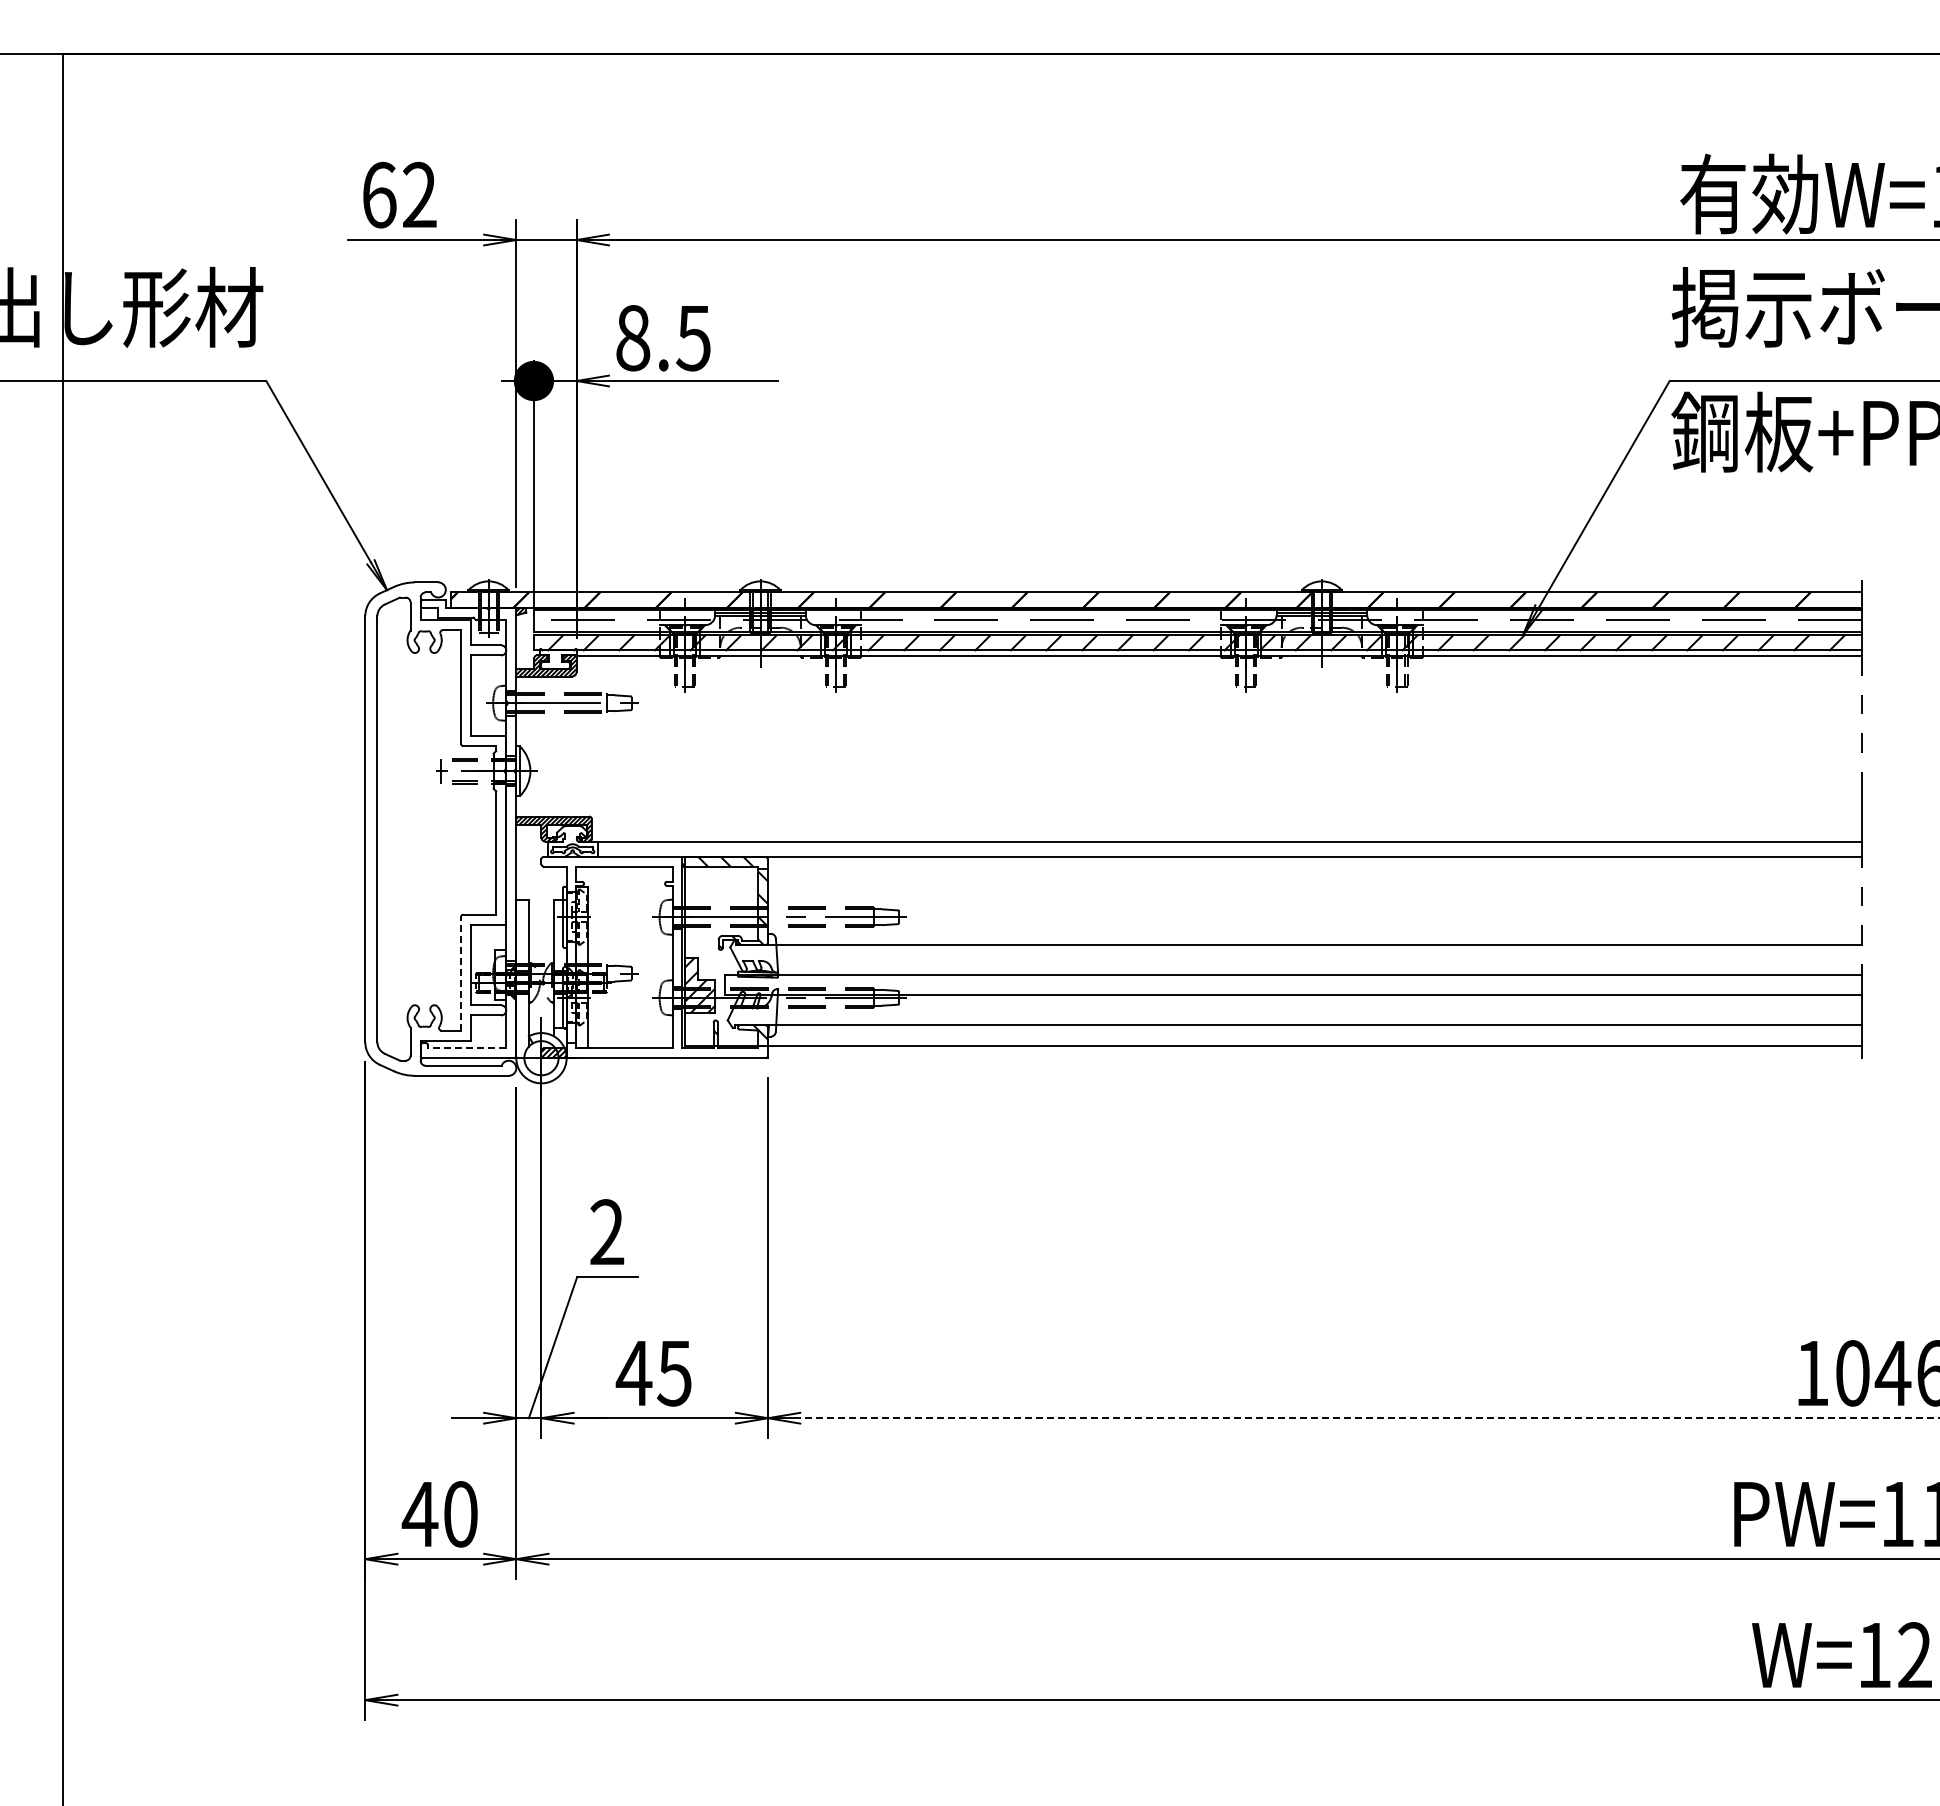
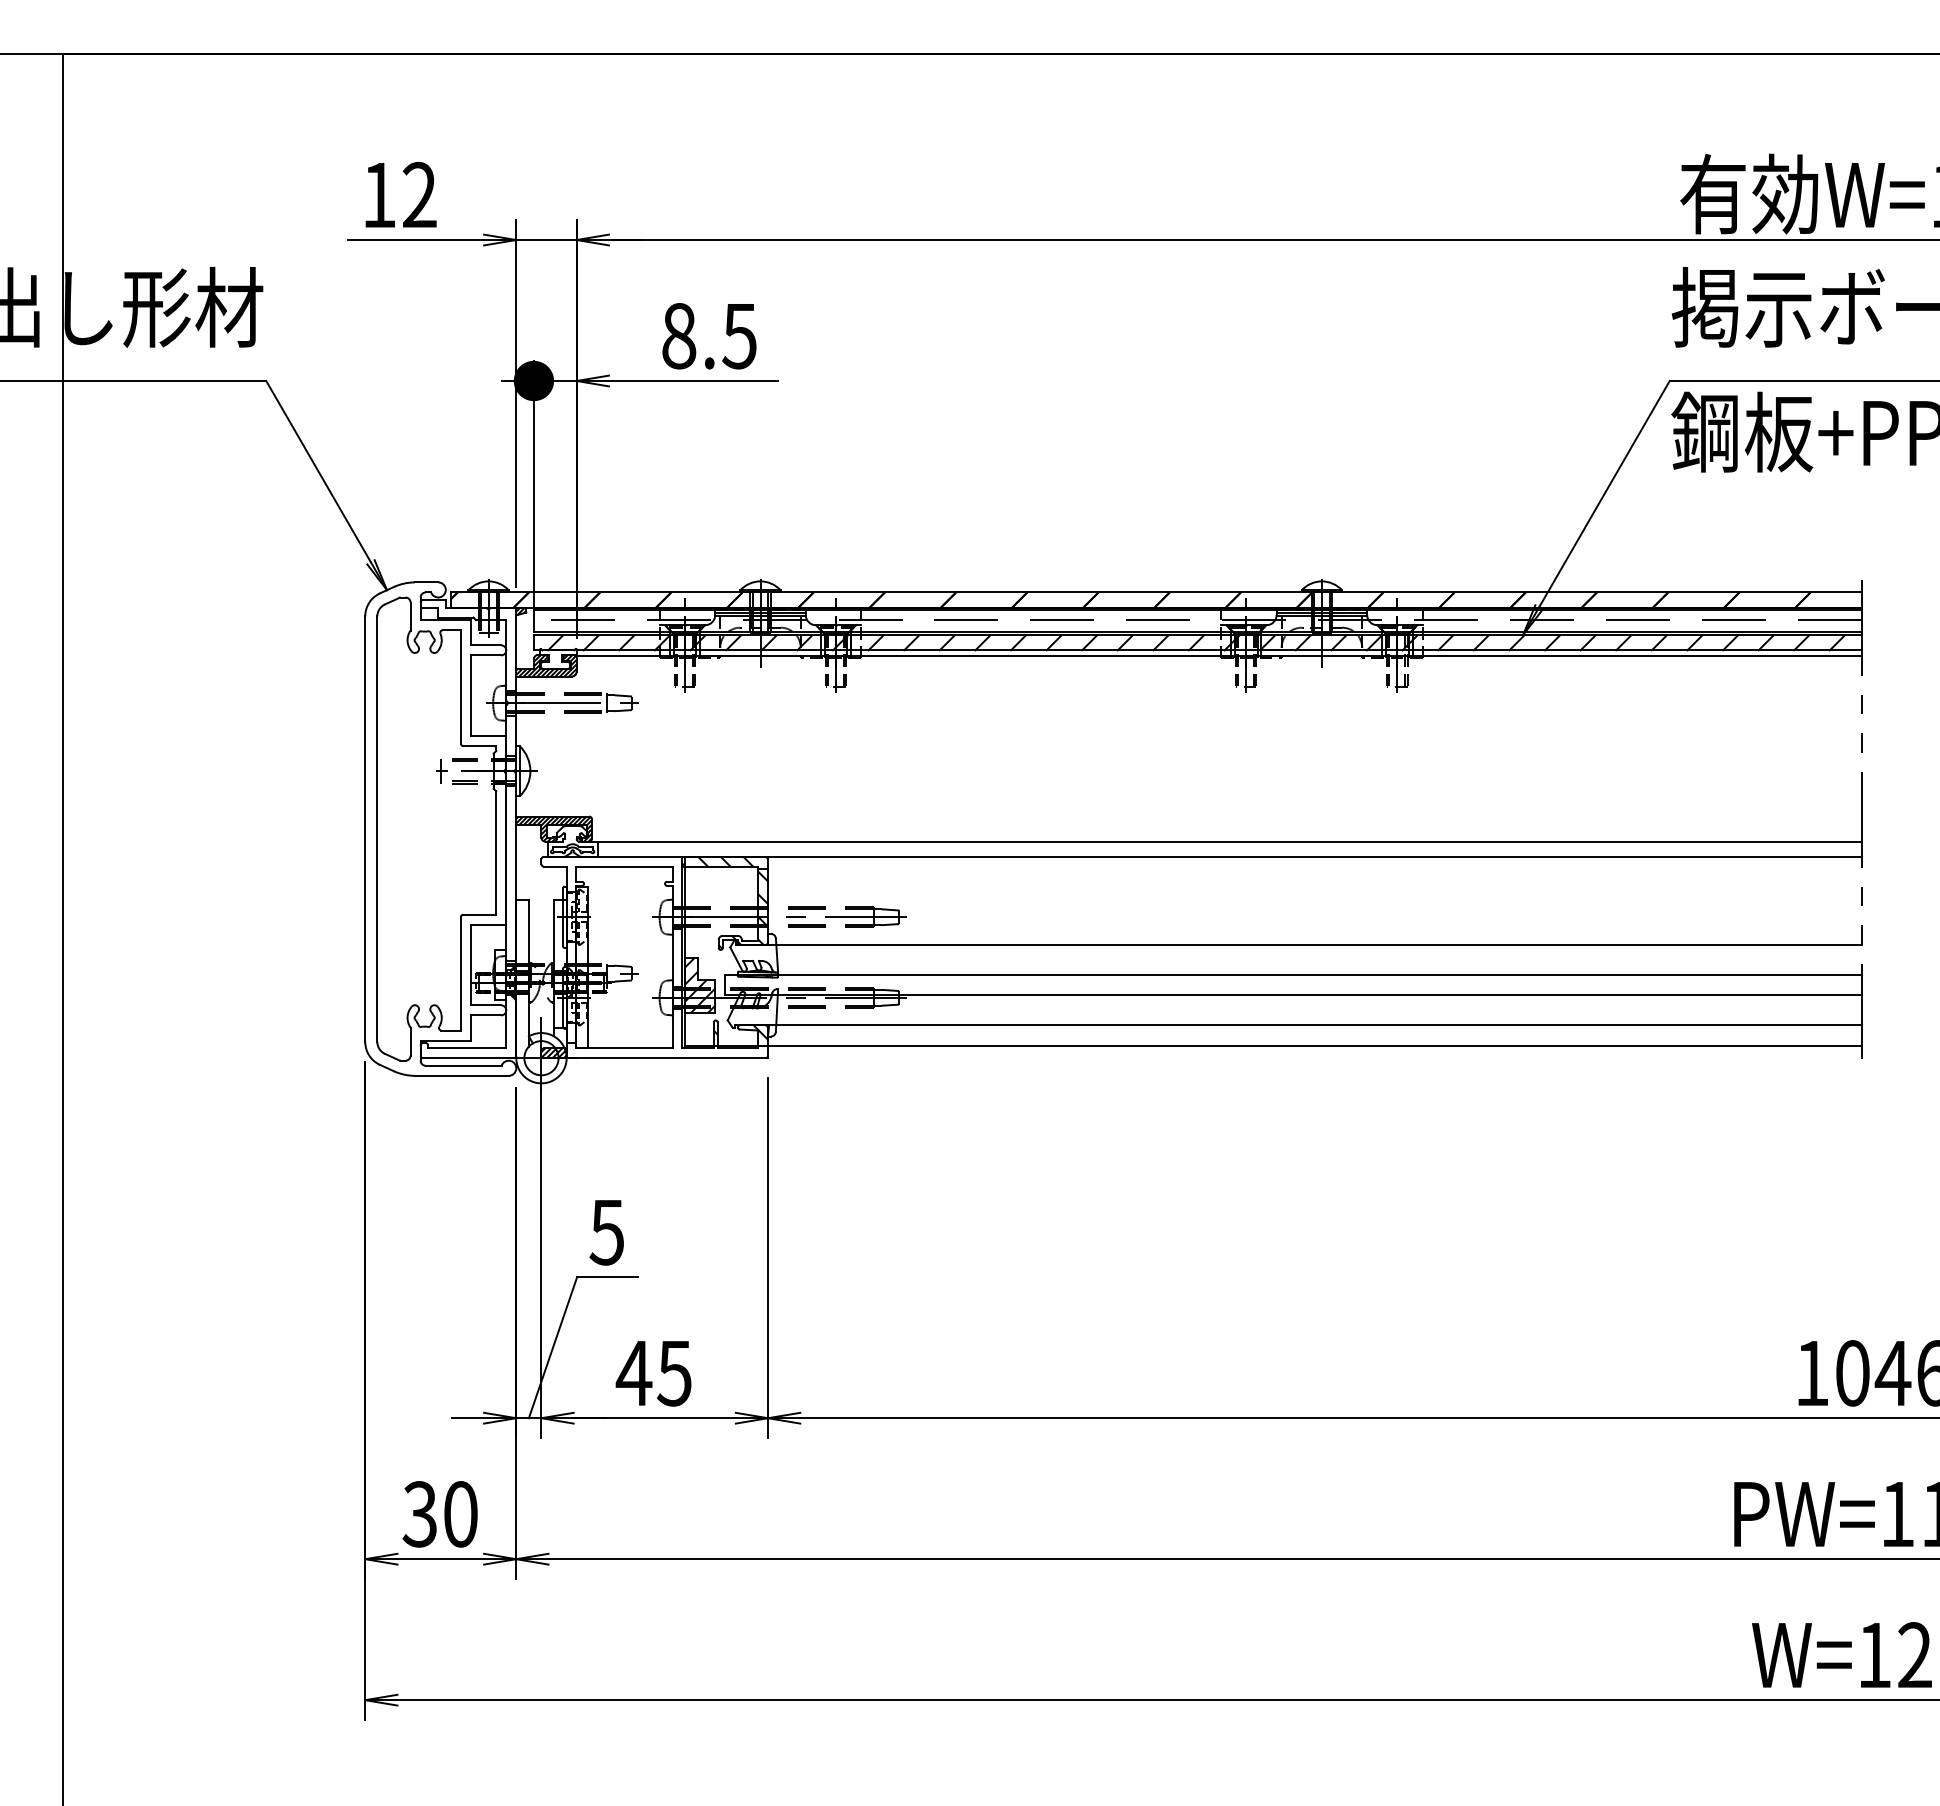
text at (379, 194): 62 -> 12
text at (663, 338) position: (663, 338) -> (709, 336)
line at (460, 973): dashed -> solid
line at (466, 1048): dashed -> solid
text at (606, 1232): 2 -> 5
line at (1369, 1418): dashed -> solid
text at (419, 1514): 40 -> 30
